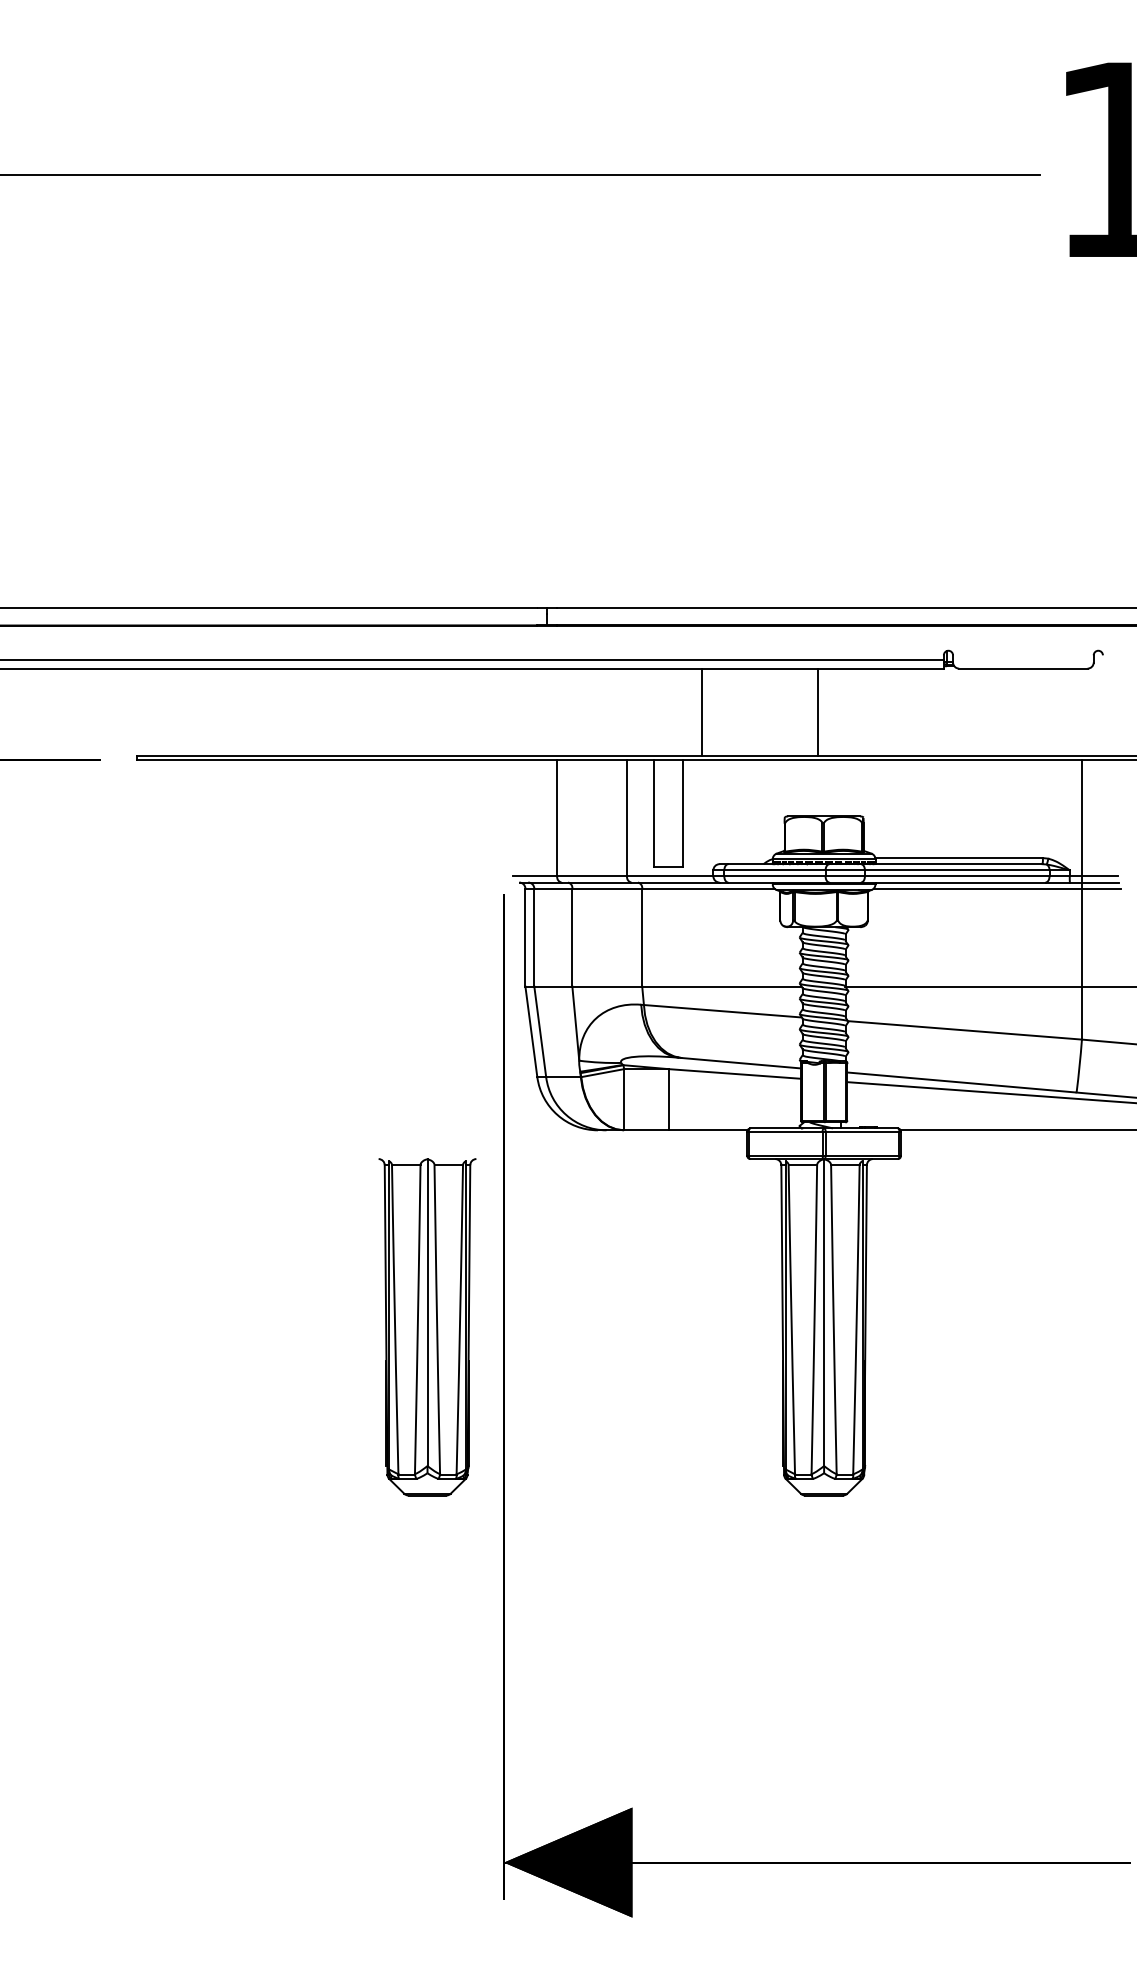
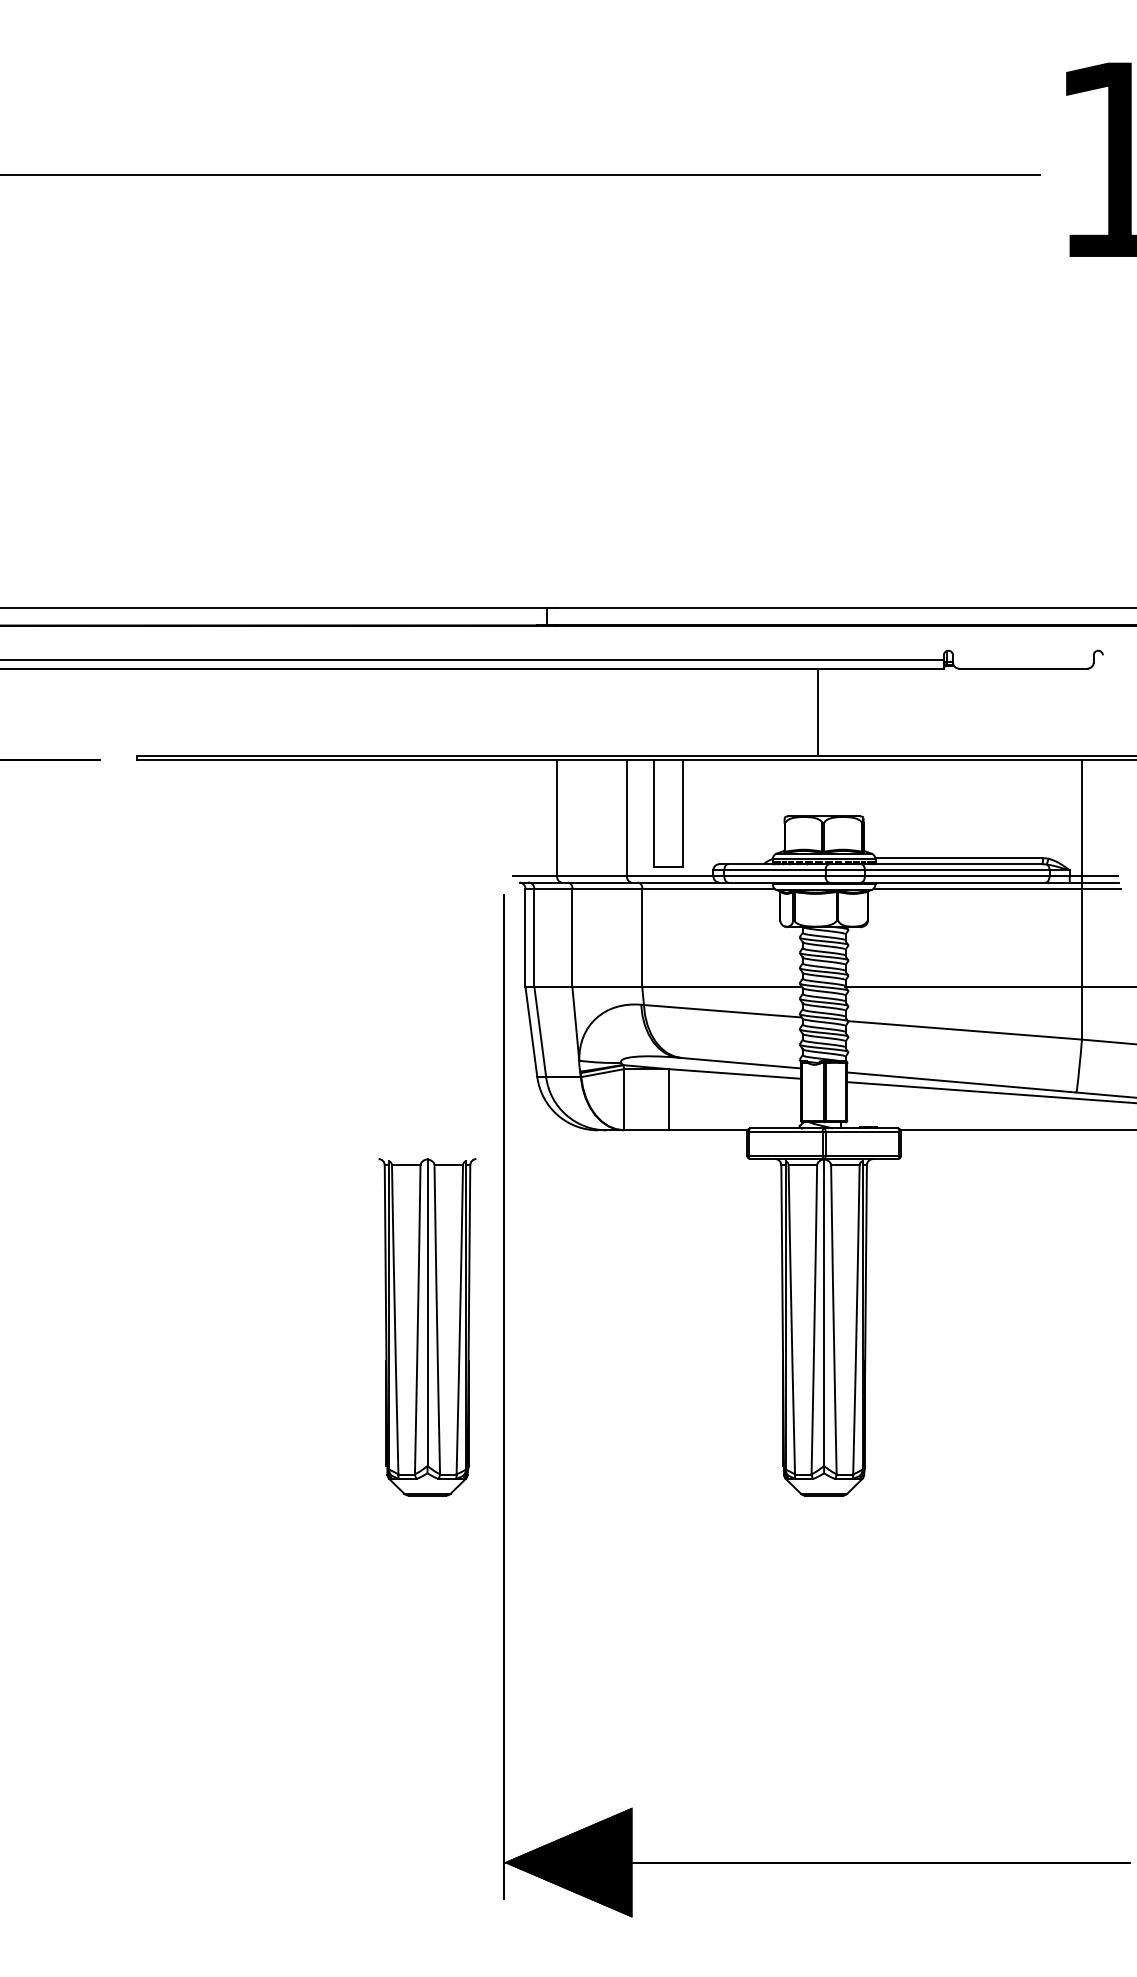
line at (702, 712): present -> none
